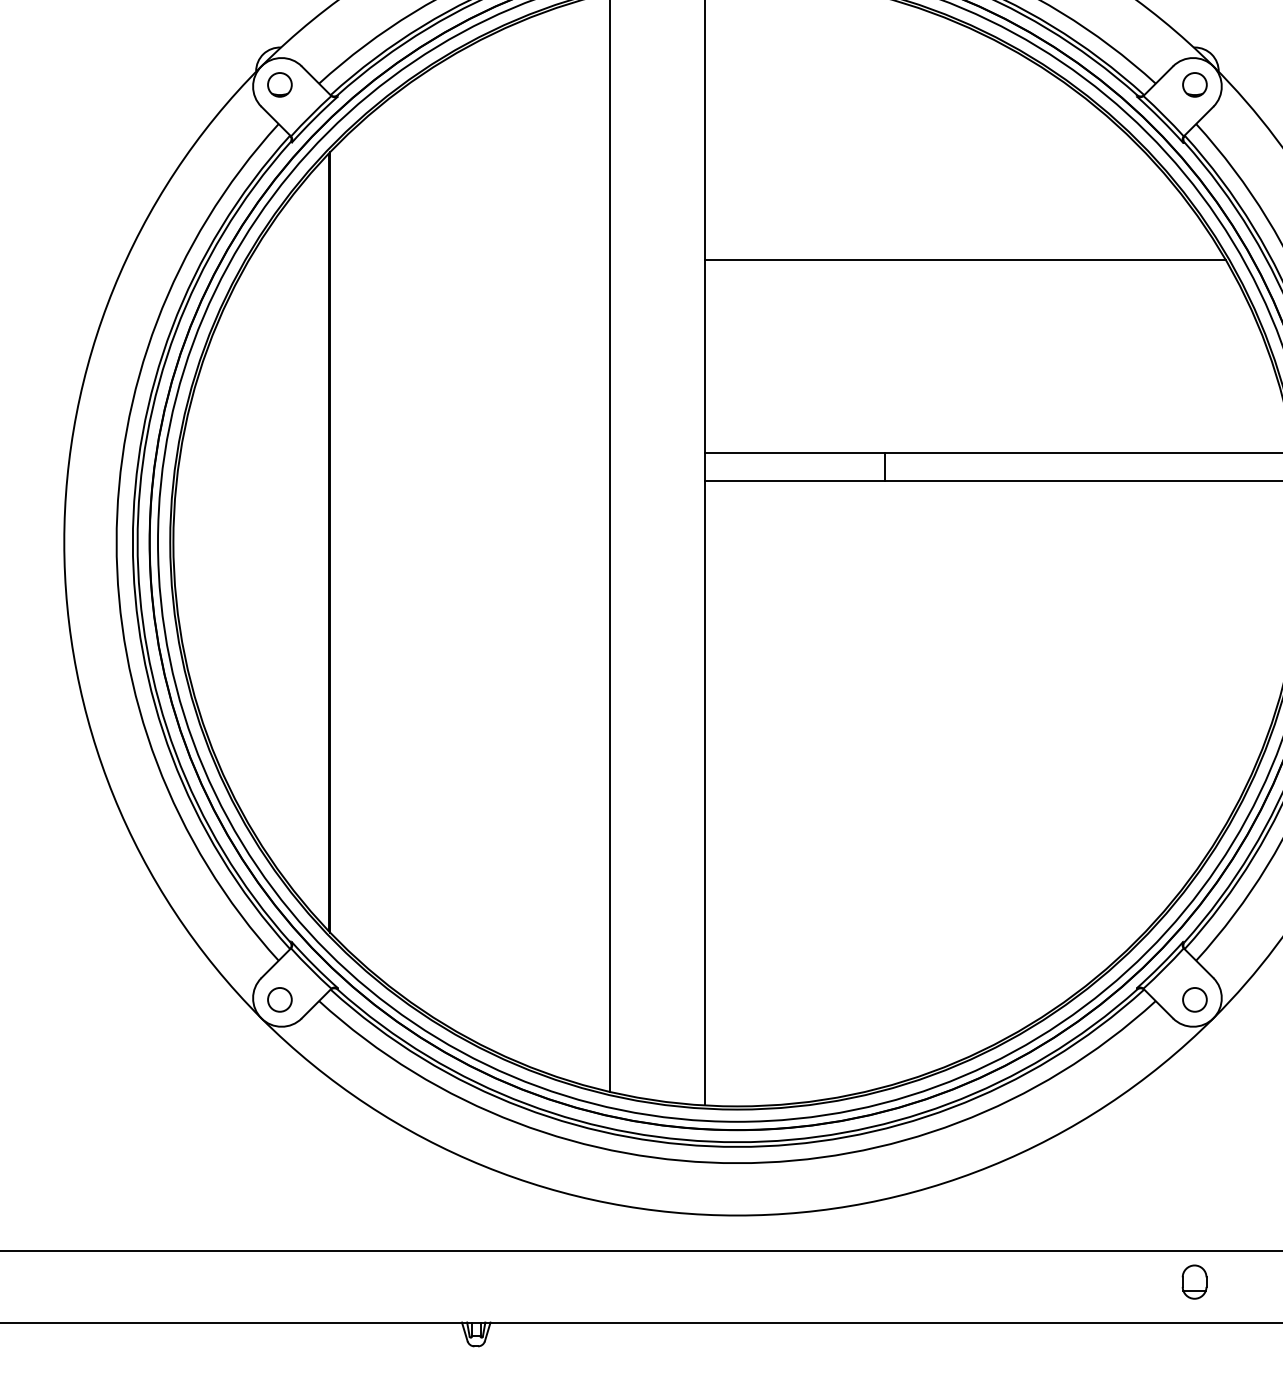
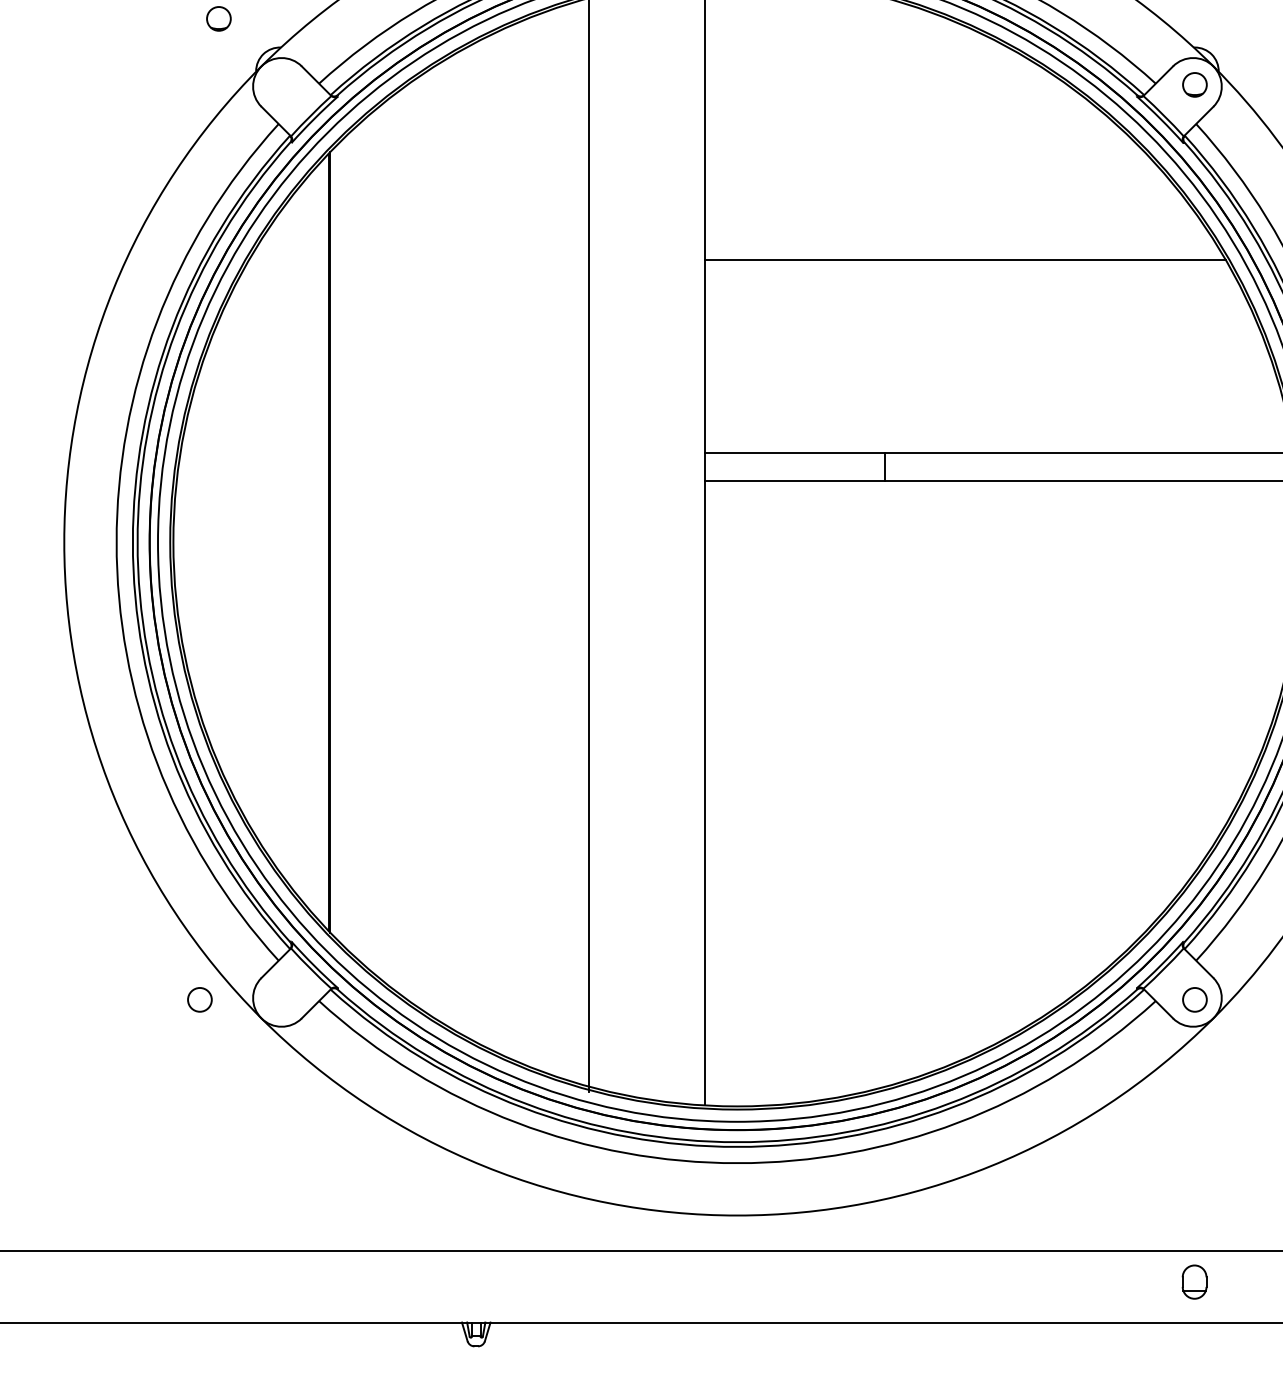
circle at (279, 84) position: (279, 84) -> (218, 18)
line at (609, 546) position: (609, 546) -> (588, 546)
circle at (279, 999) position: (279, 999) -> (199, 999)
